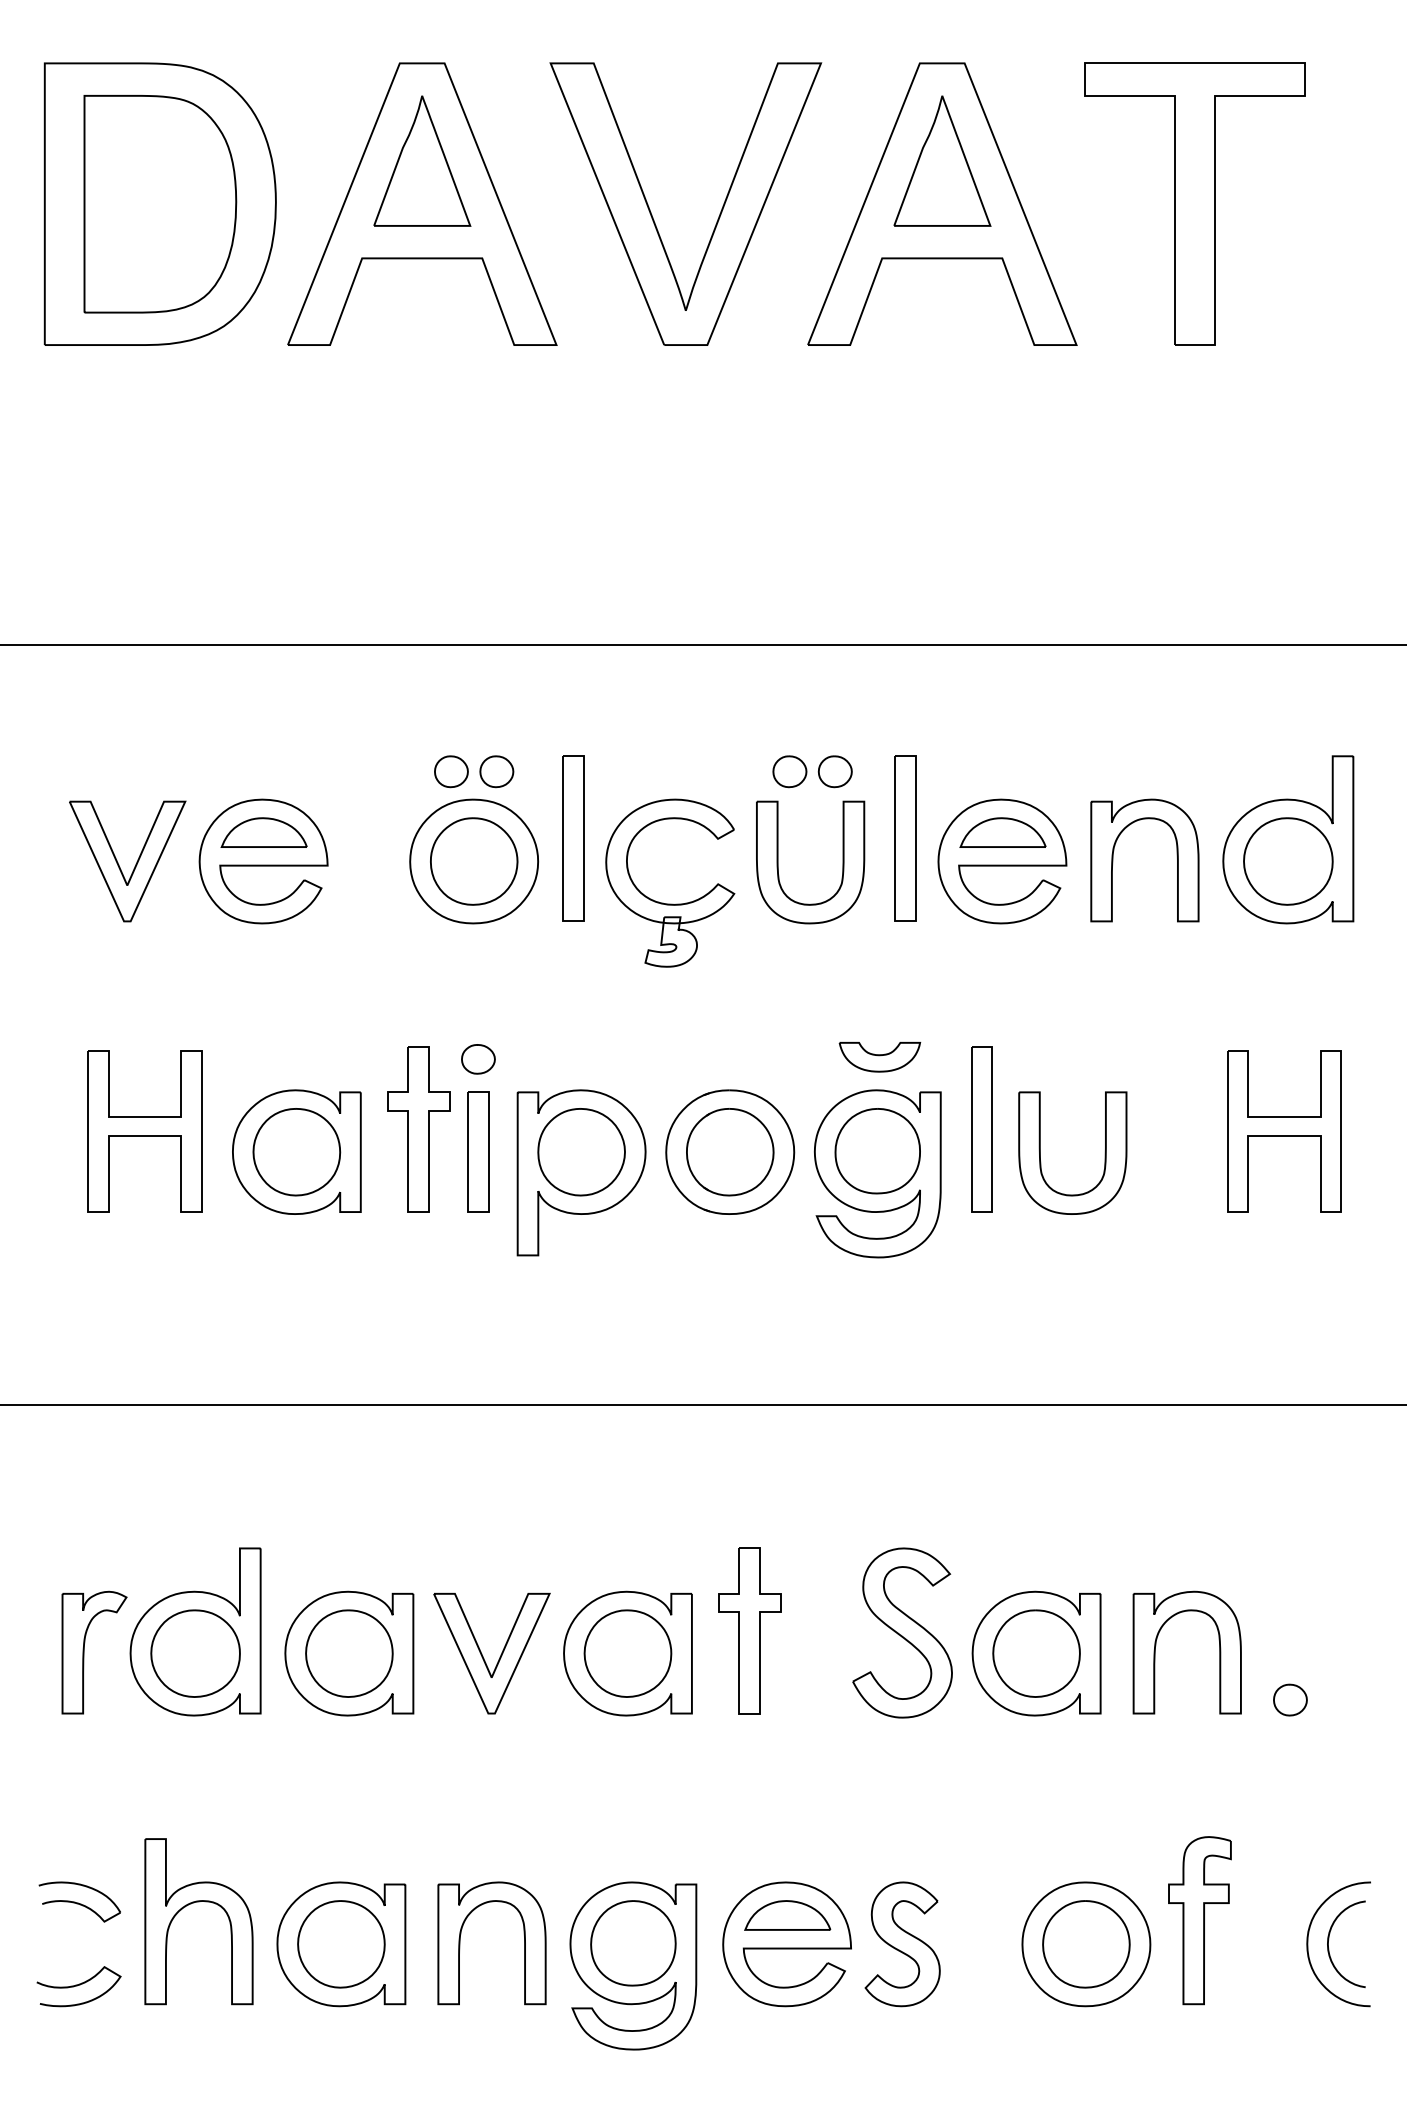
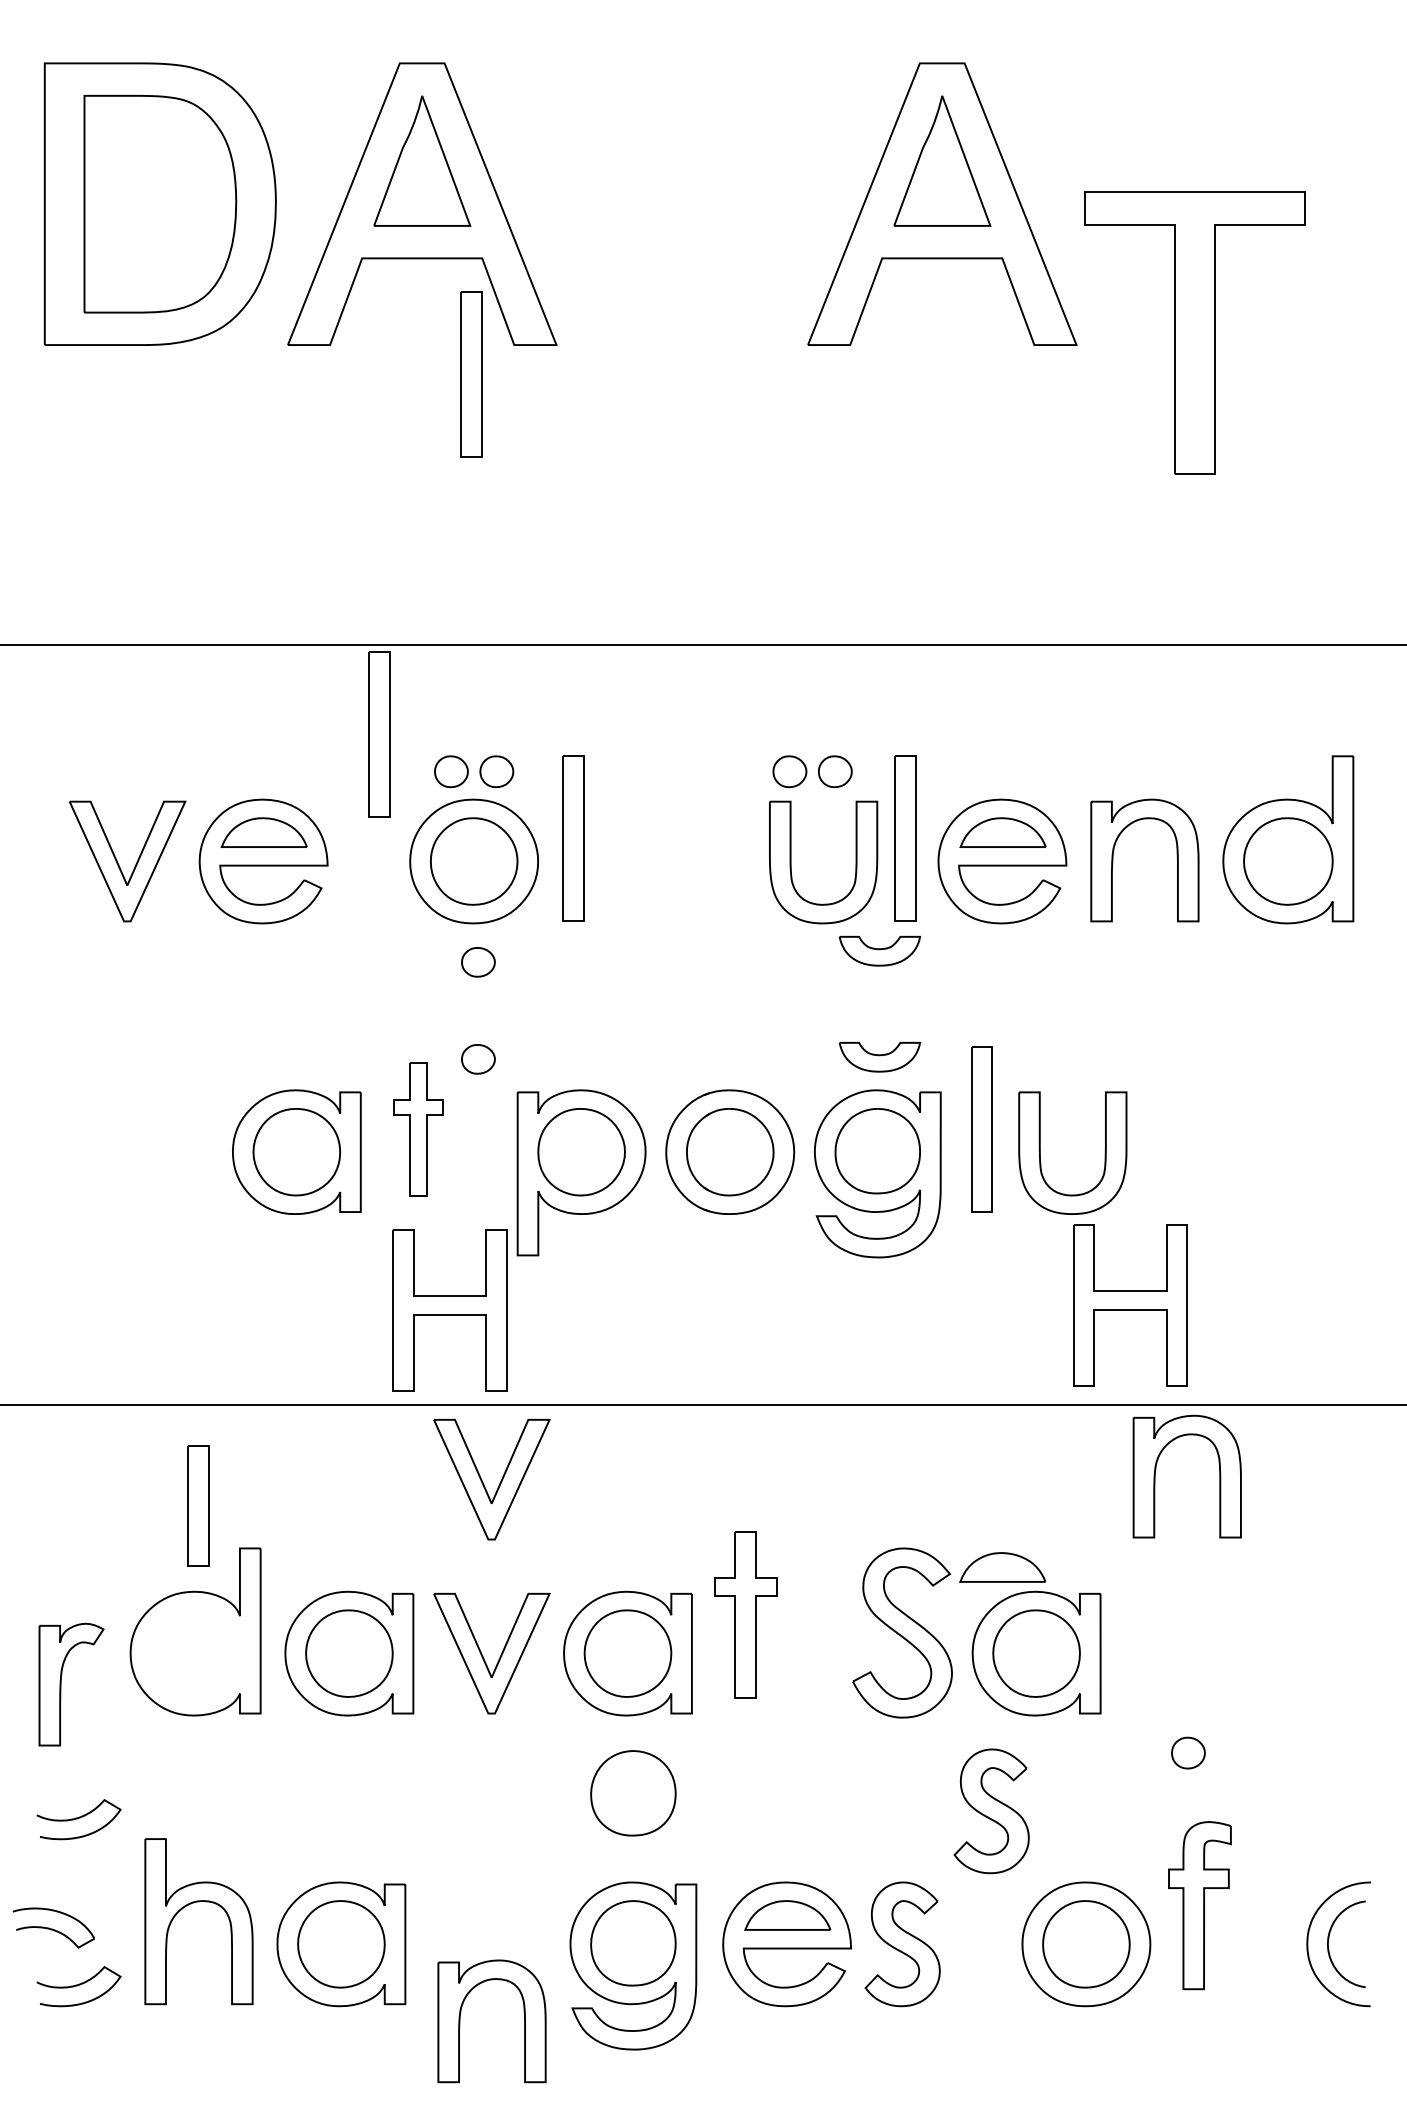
part at (1194, 203) position: (1194, 203) -> (1194, 332)
curve at (652, 214): present -> none
curve at (461, 374): none -> present
curve at (369, 734): none -> present
part at (778, 862) position: (778, 862) -> (791, 862)
part at (670, 903): present -> none
part at (879, 951): none -> present
curve at (478, 975): none -> present
part at (418, 1129) size: 64x167 px -> 51x135 px
part at (144, 1131) position: (144, 1131) -> (449, 1310)
curve at (1284, 1135) position: (1284, 1135) -> (1130, 1309)
part at (478, 1151) position: (478, 1151) -> (198, 1505)
part at (483, 1482): none -> present
part at (1002, 1567): none -> present
curve at (739, 1630) position: (739, 1630) -> (735, 1614)
curve at (1156, 1645) position: (1156, 1645) -> (1156, 1469)
part at (84, 1652) position: (84, 1652) -> (61, 1684)
part at (195, 1653): present -> none
curve at (1294, 1686) position: (1294, 1686) -> (1192, 1739)
part at (633, 1793): none -> present
part at (991, 1811): none -> present
curve at (78, 1818): none -> present
part at (79, 1901) position: (79, 1901) -> (53, 1927)
part at (1199, 1920) position: (1199, 1920) -> (1199, 1905)
part at (460, 1943) position: (460, 1943) -> (460, 2021)
